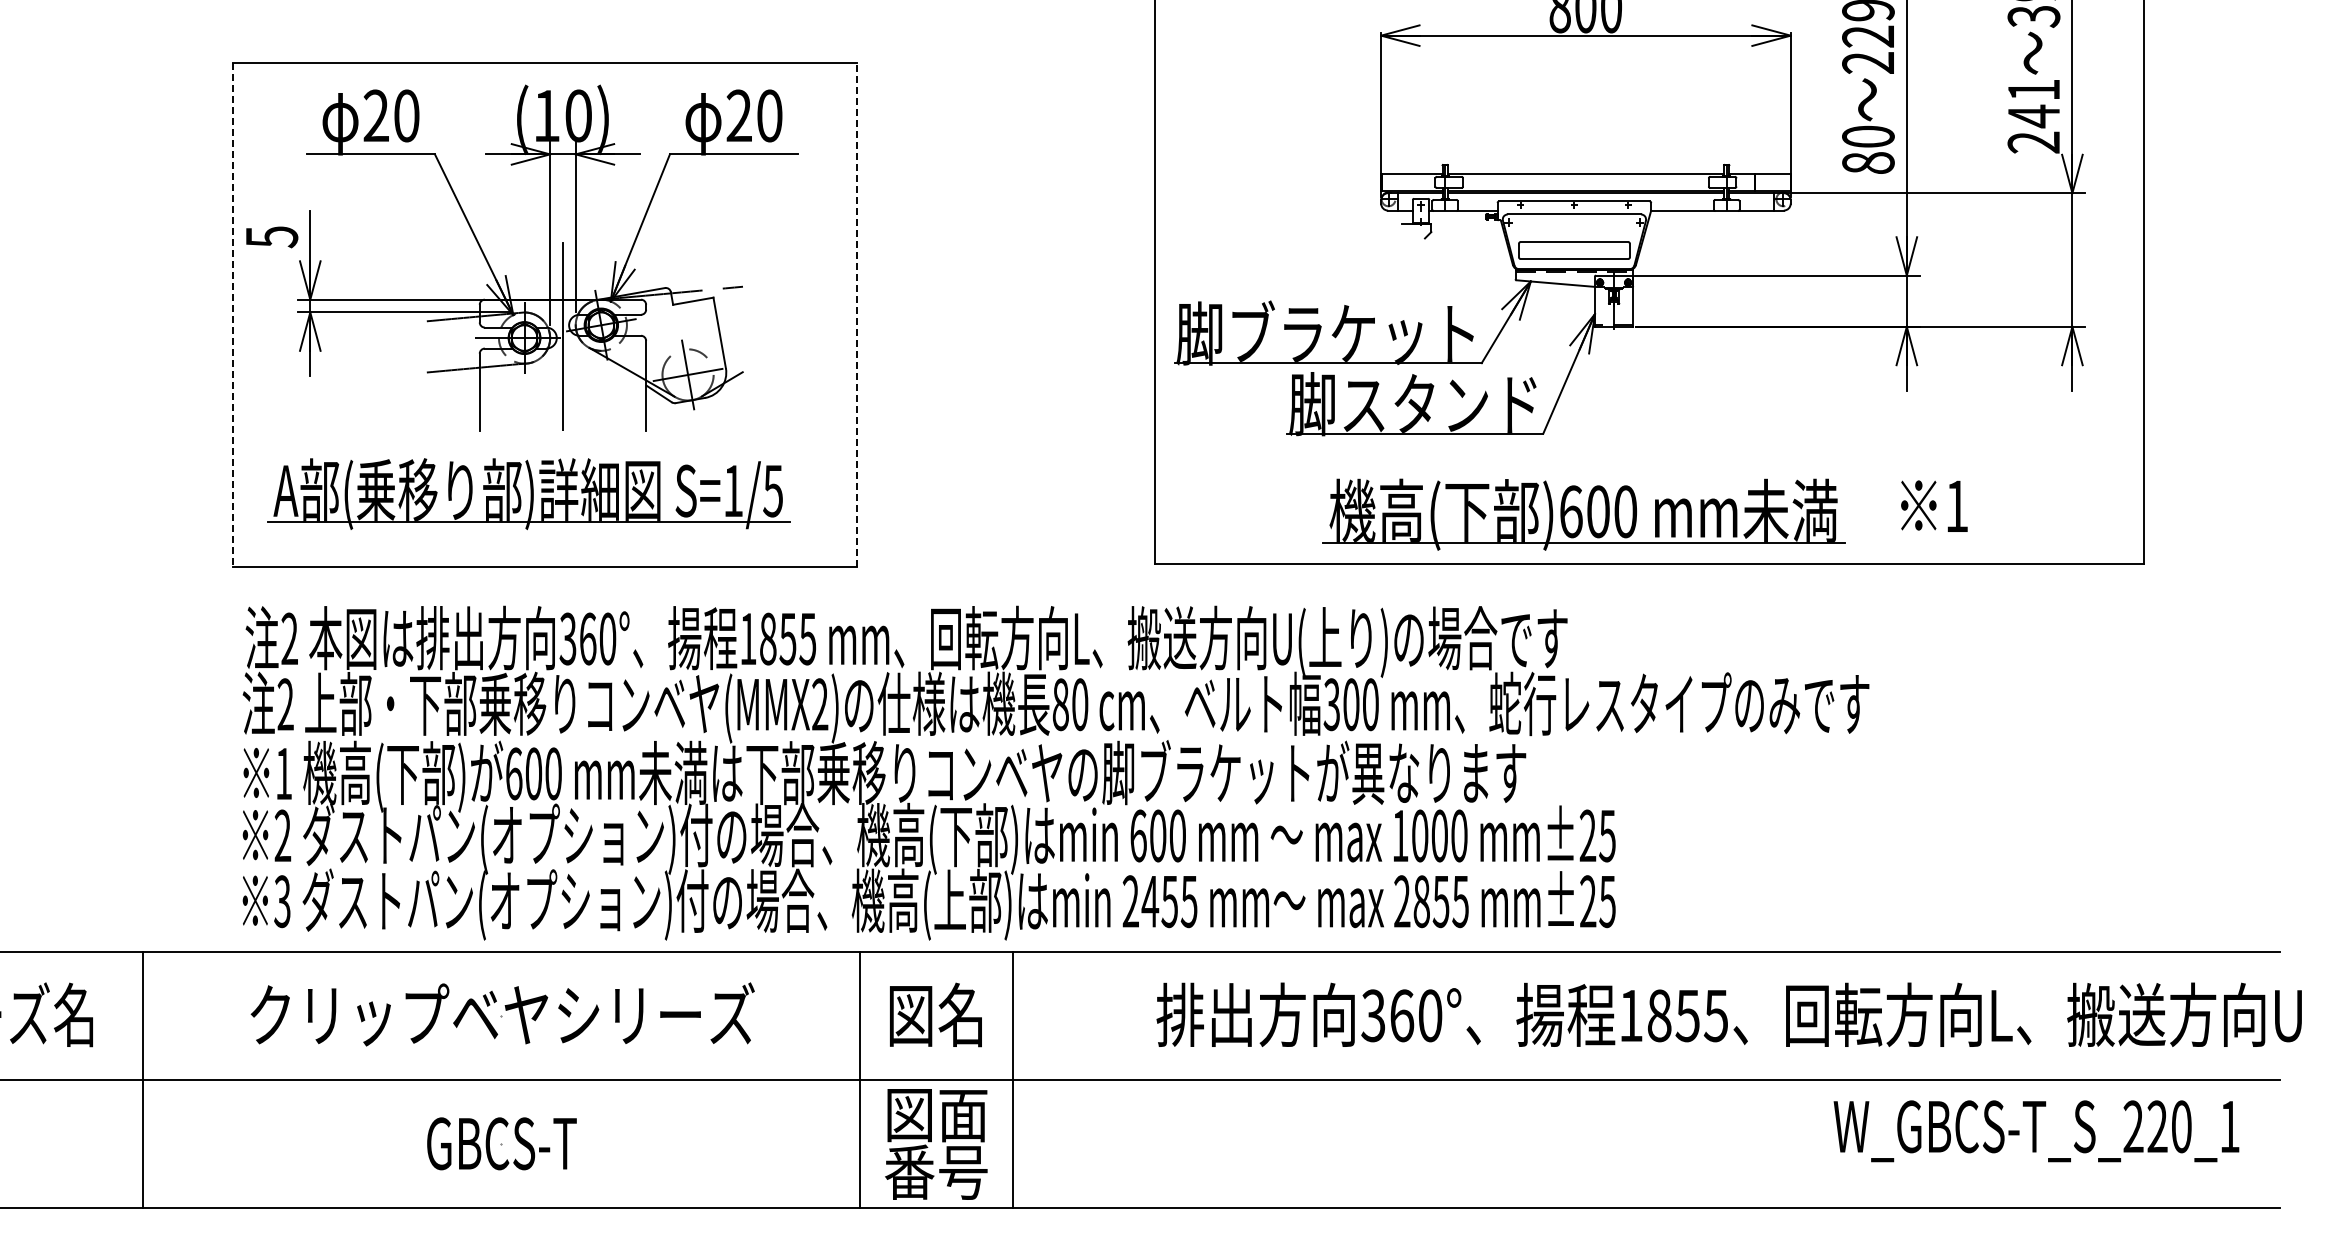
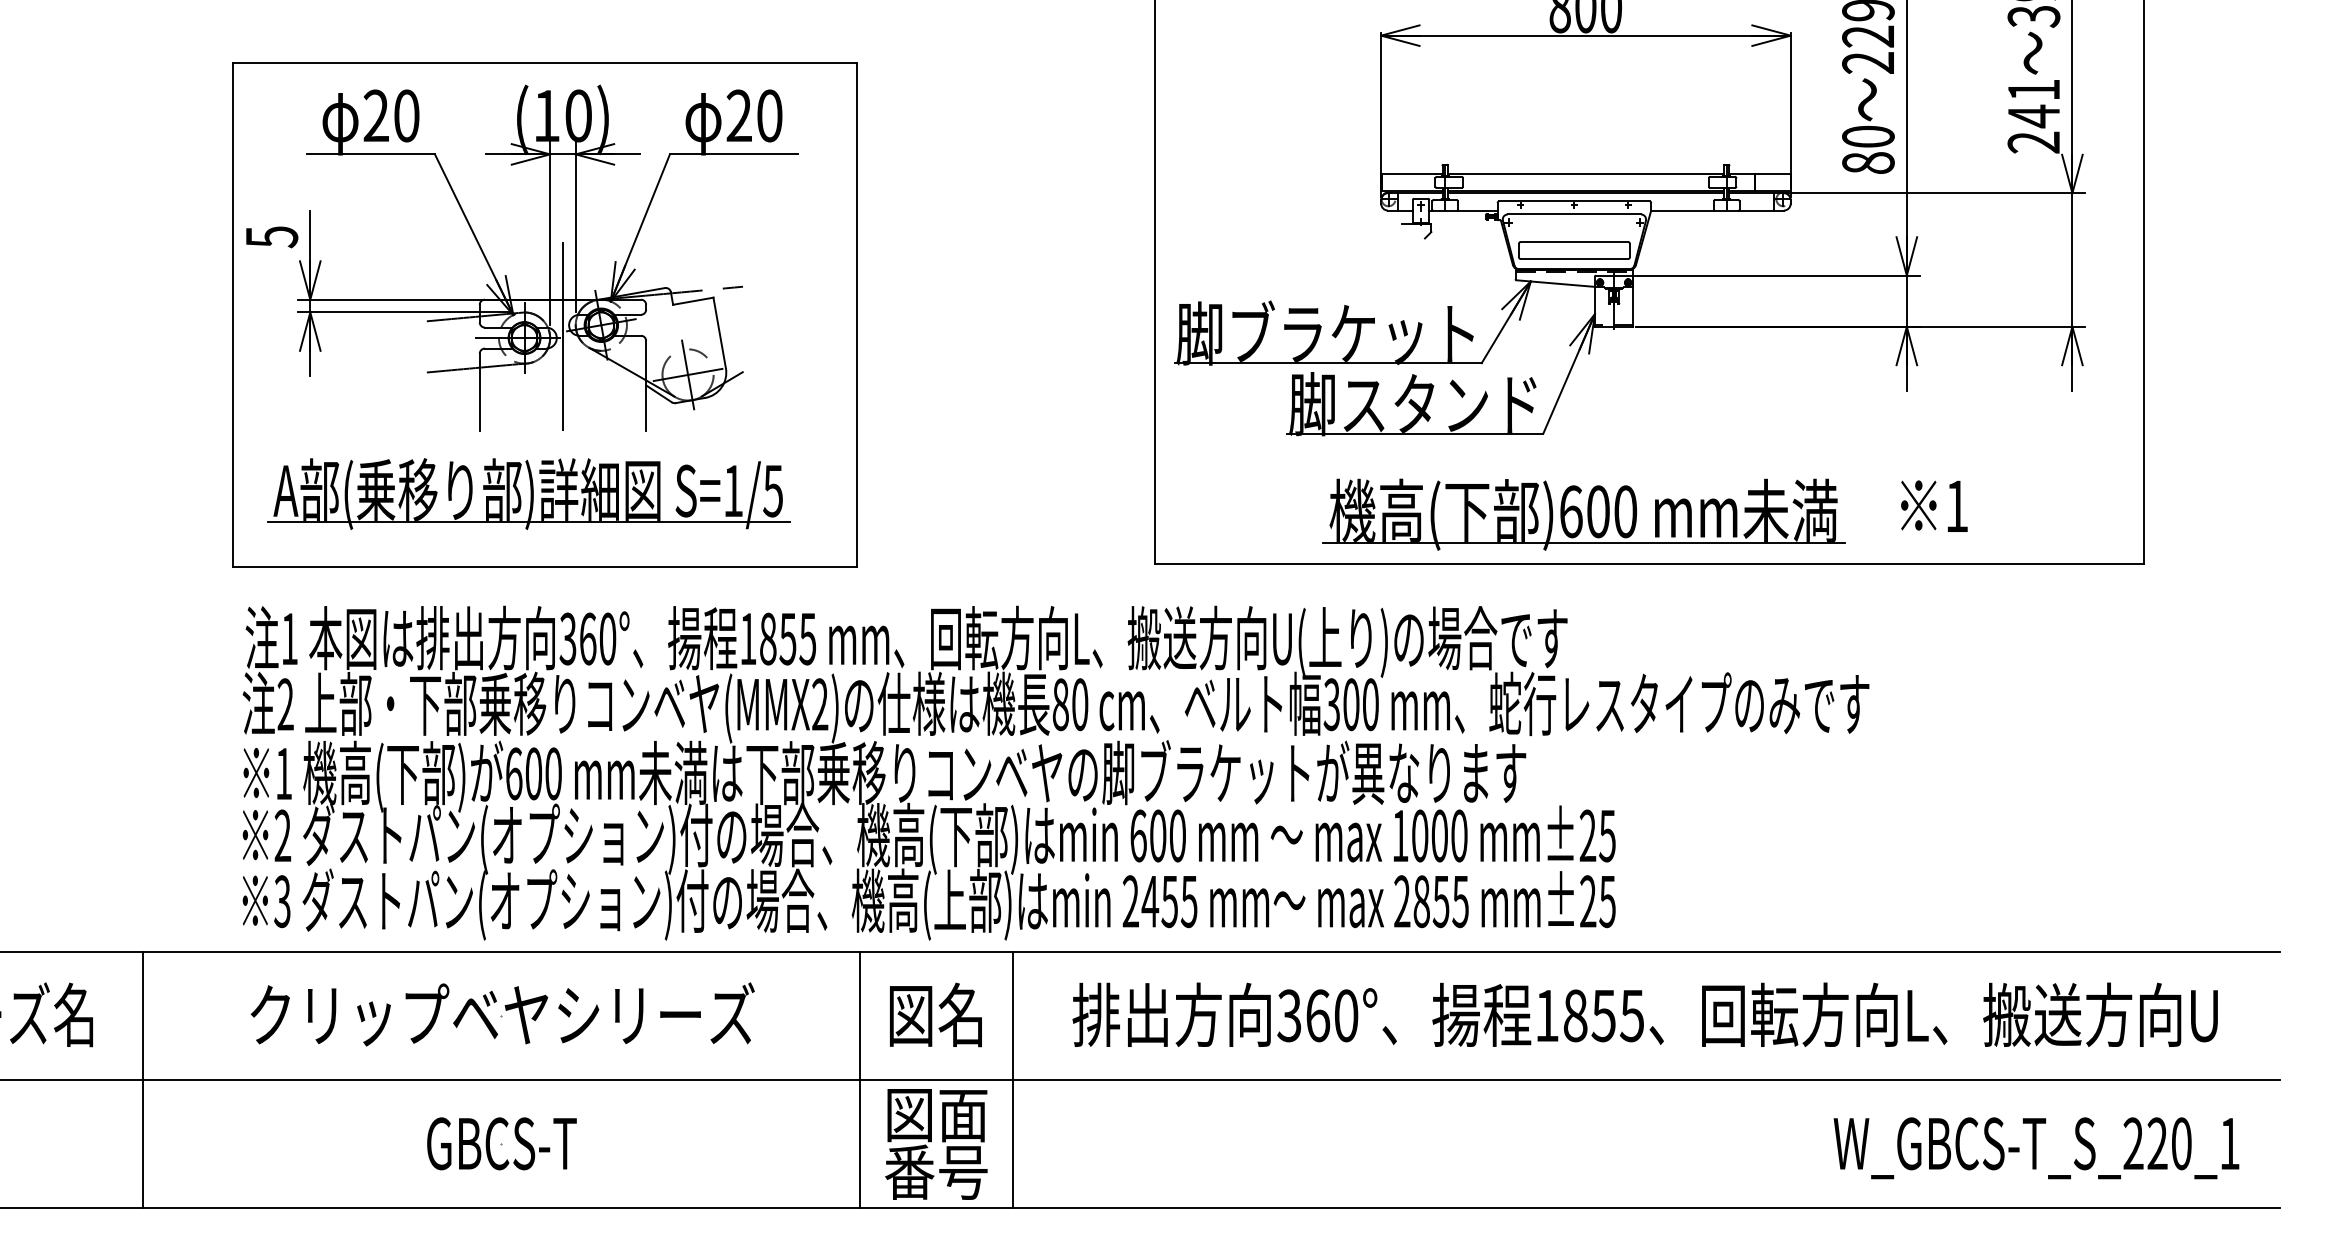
line at (856, 314): dashed -> solid
line at (232, 315): dashed -> solid
text at (289, 638): 2 -> 1
text at (1728, 1014) position: (1728, 1014) -> (1644, 1014)
text at (2036, 1131) position: (2036, 1131) -> (2036, 1148)
